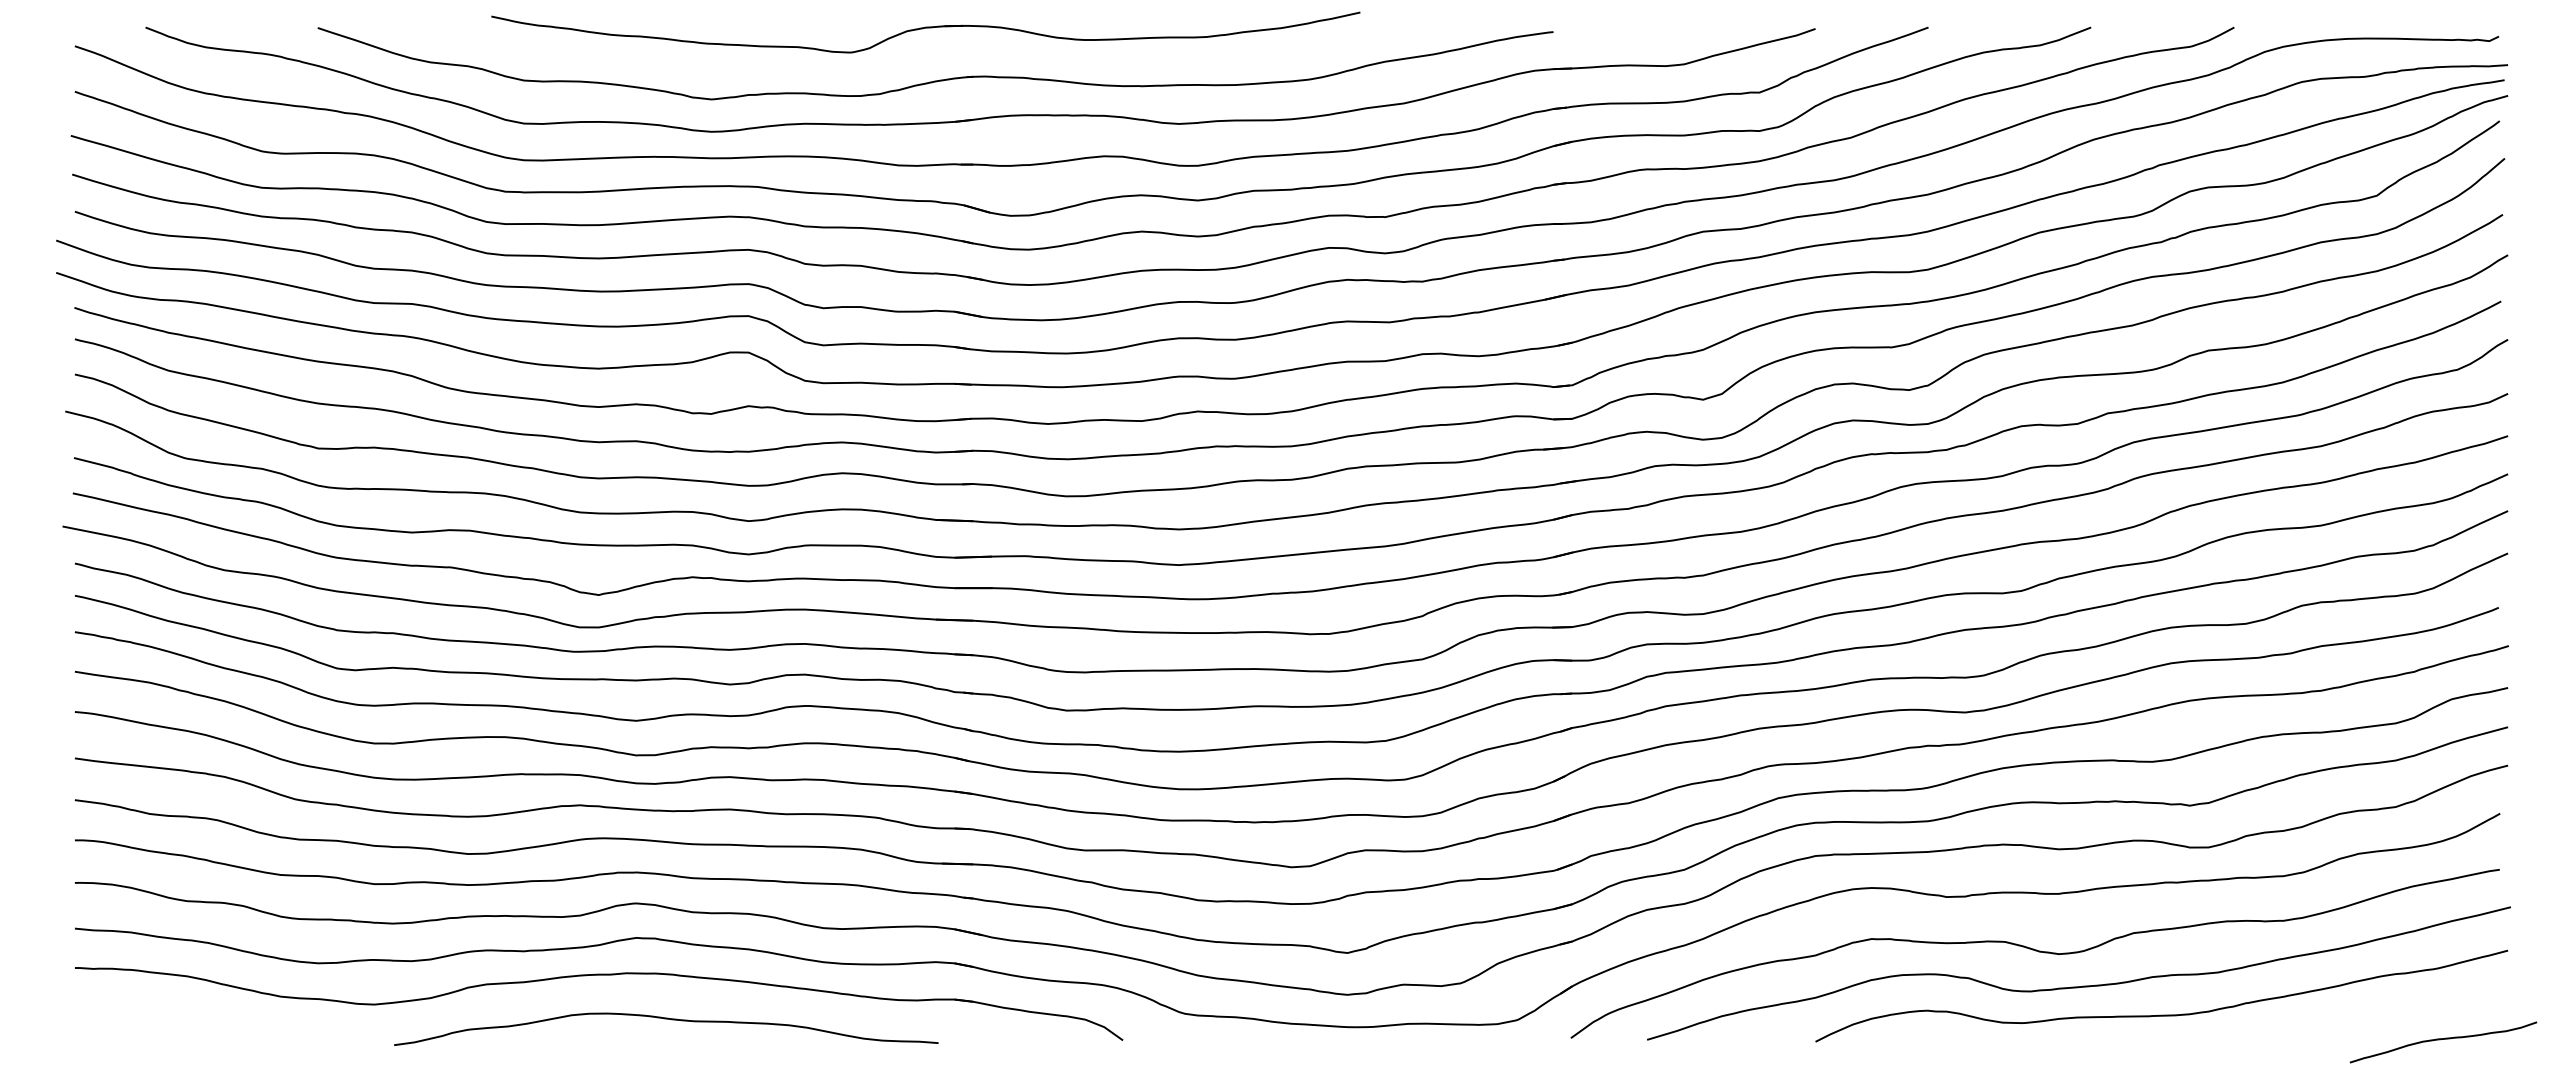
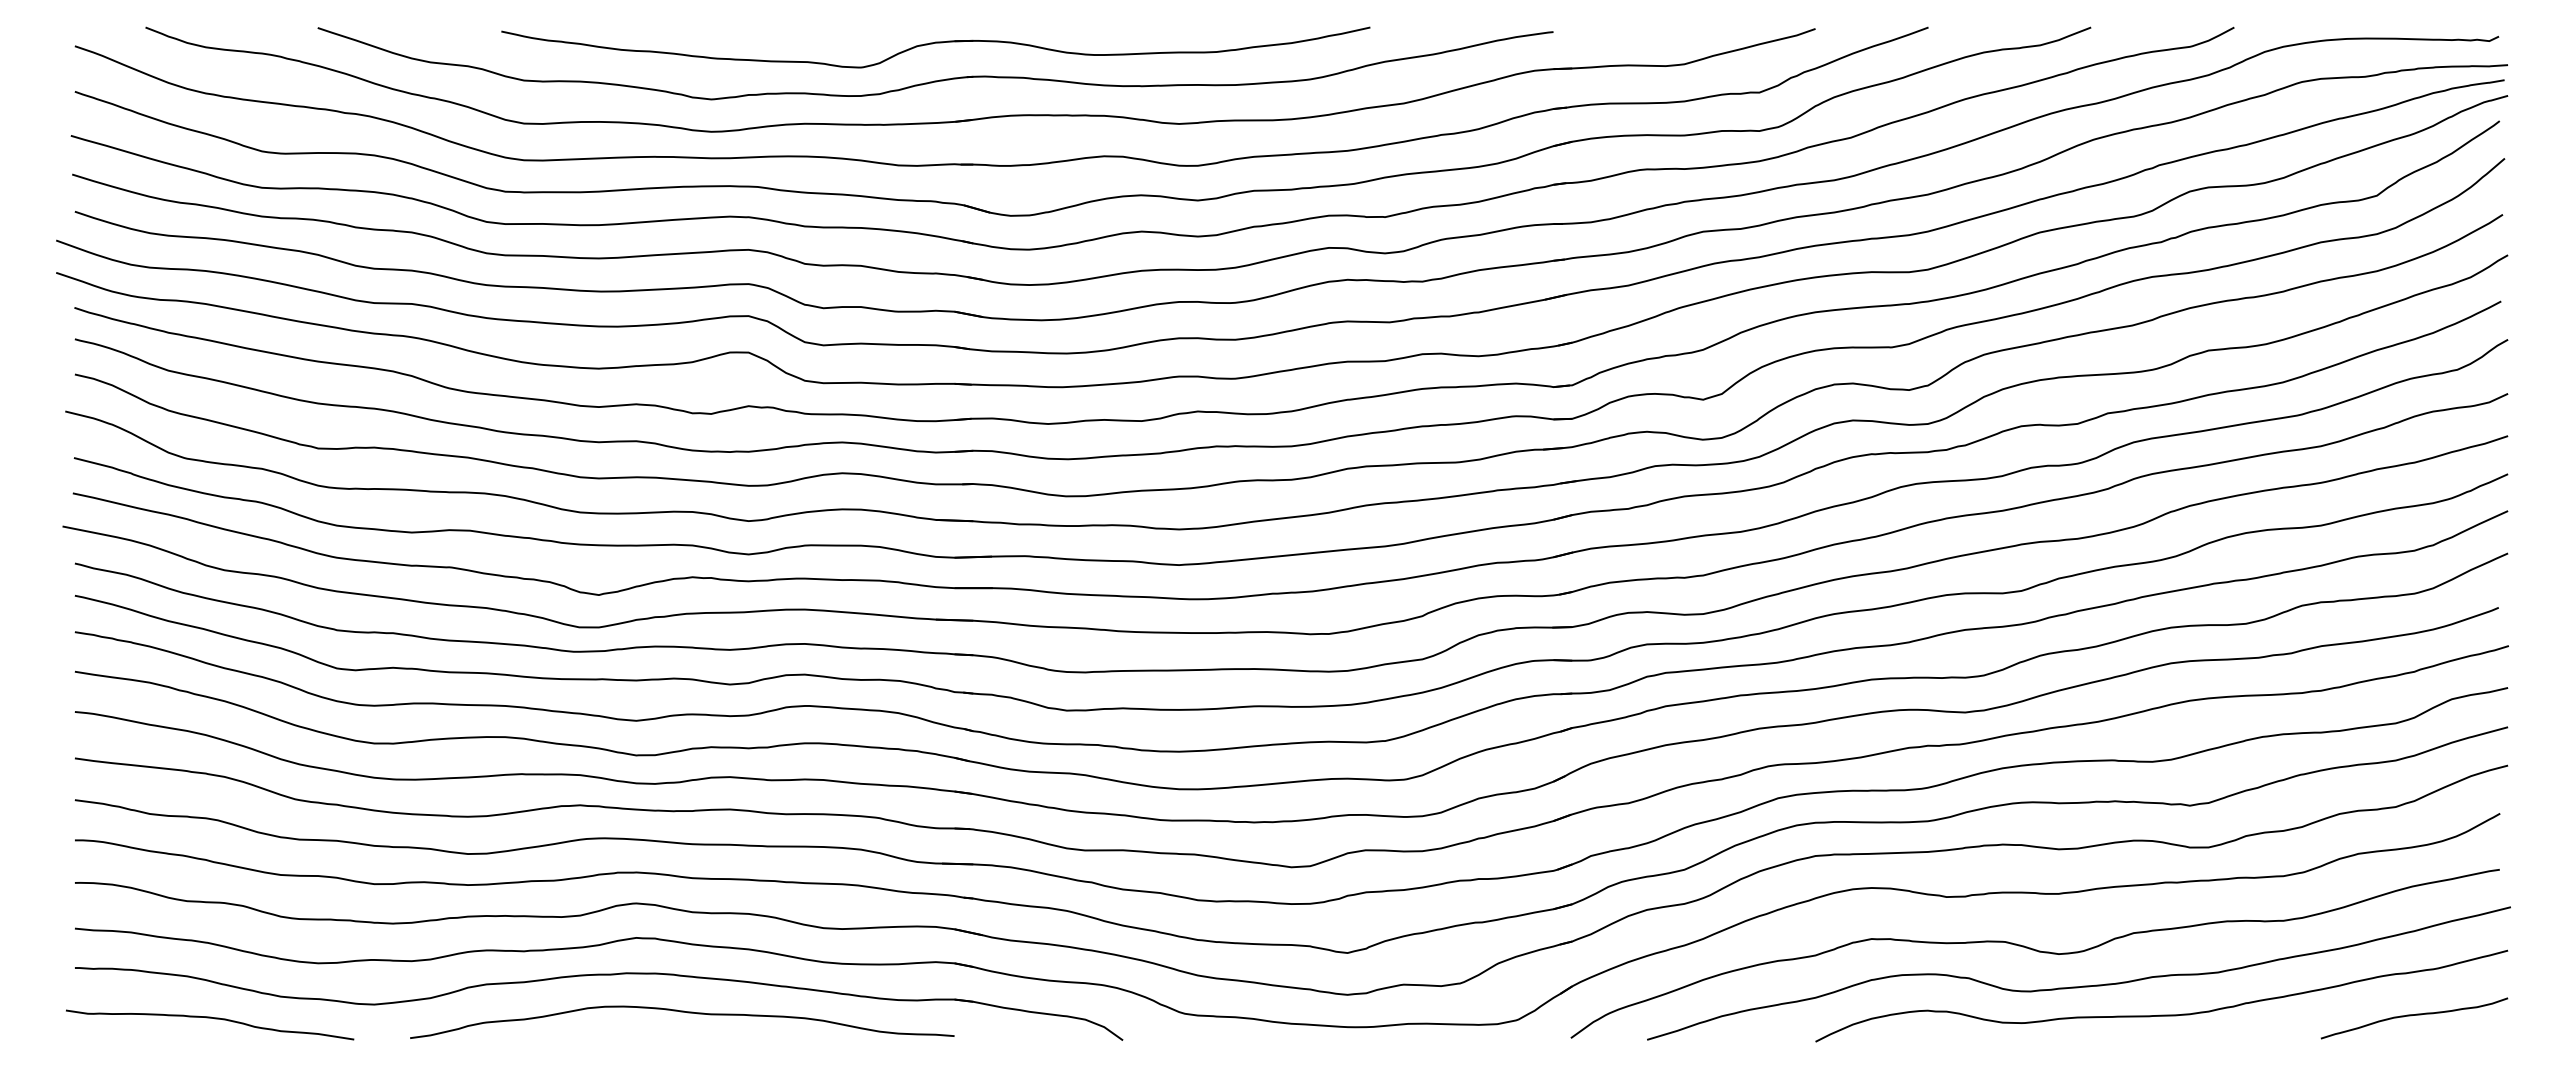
part at (925, 32) position: (925, 32) -> (935, 47)
curve at (210, 1018): none -> present
curve at (666, 1019) position: (666, 1019) -> (682, 1012)
curve at (2443, 1039) position: (2443, 1039) -> (2414, 1015)
